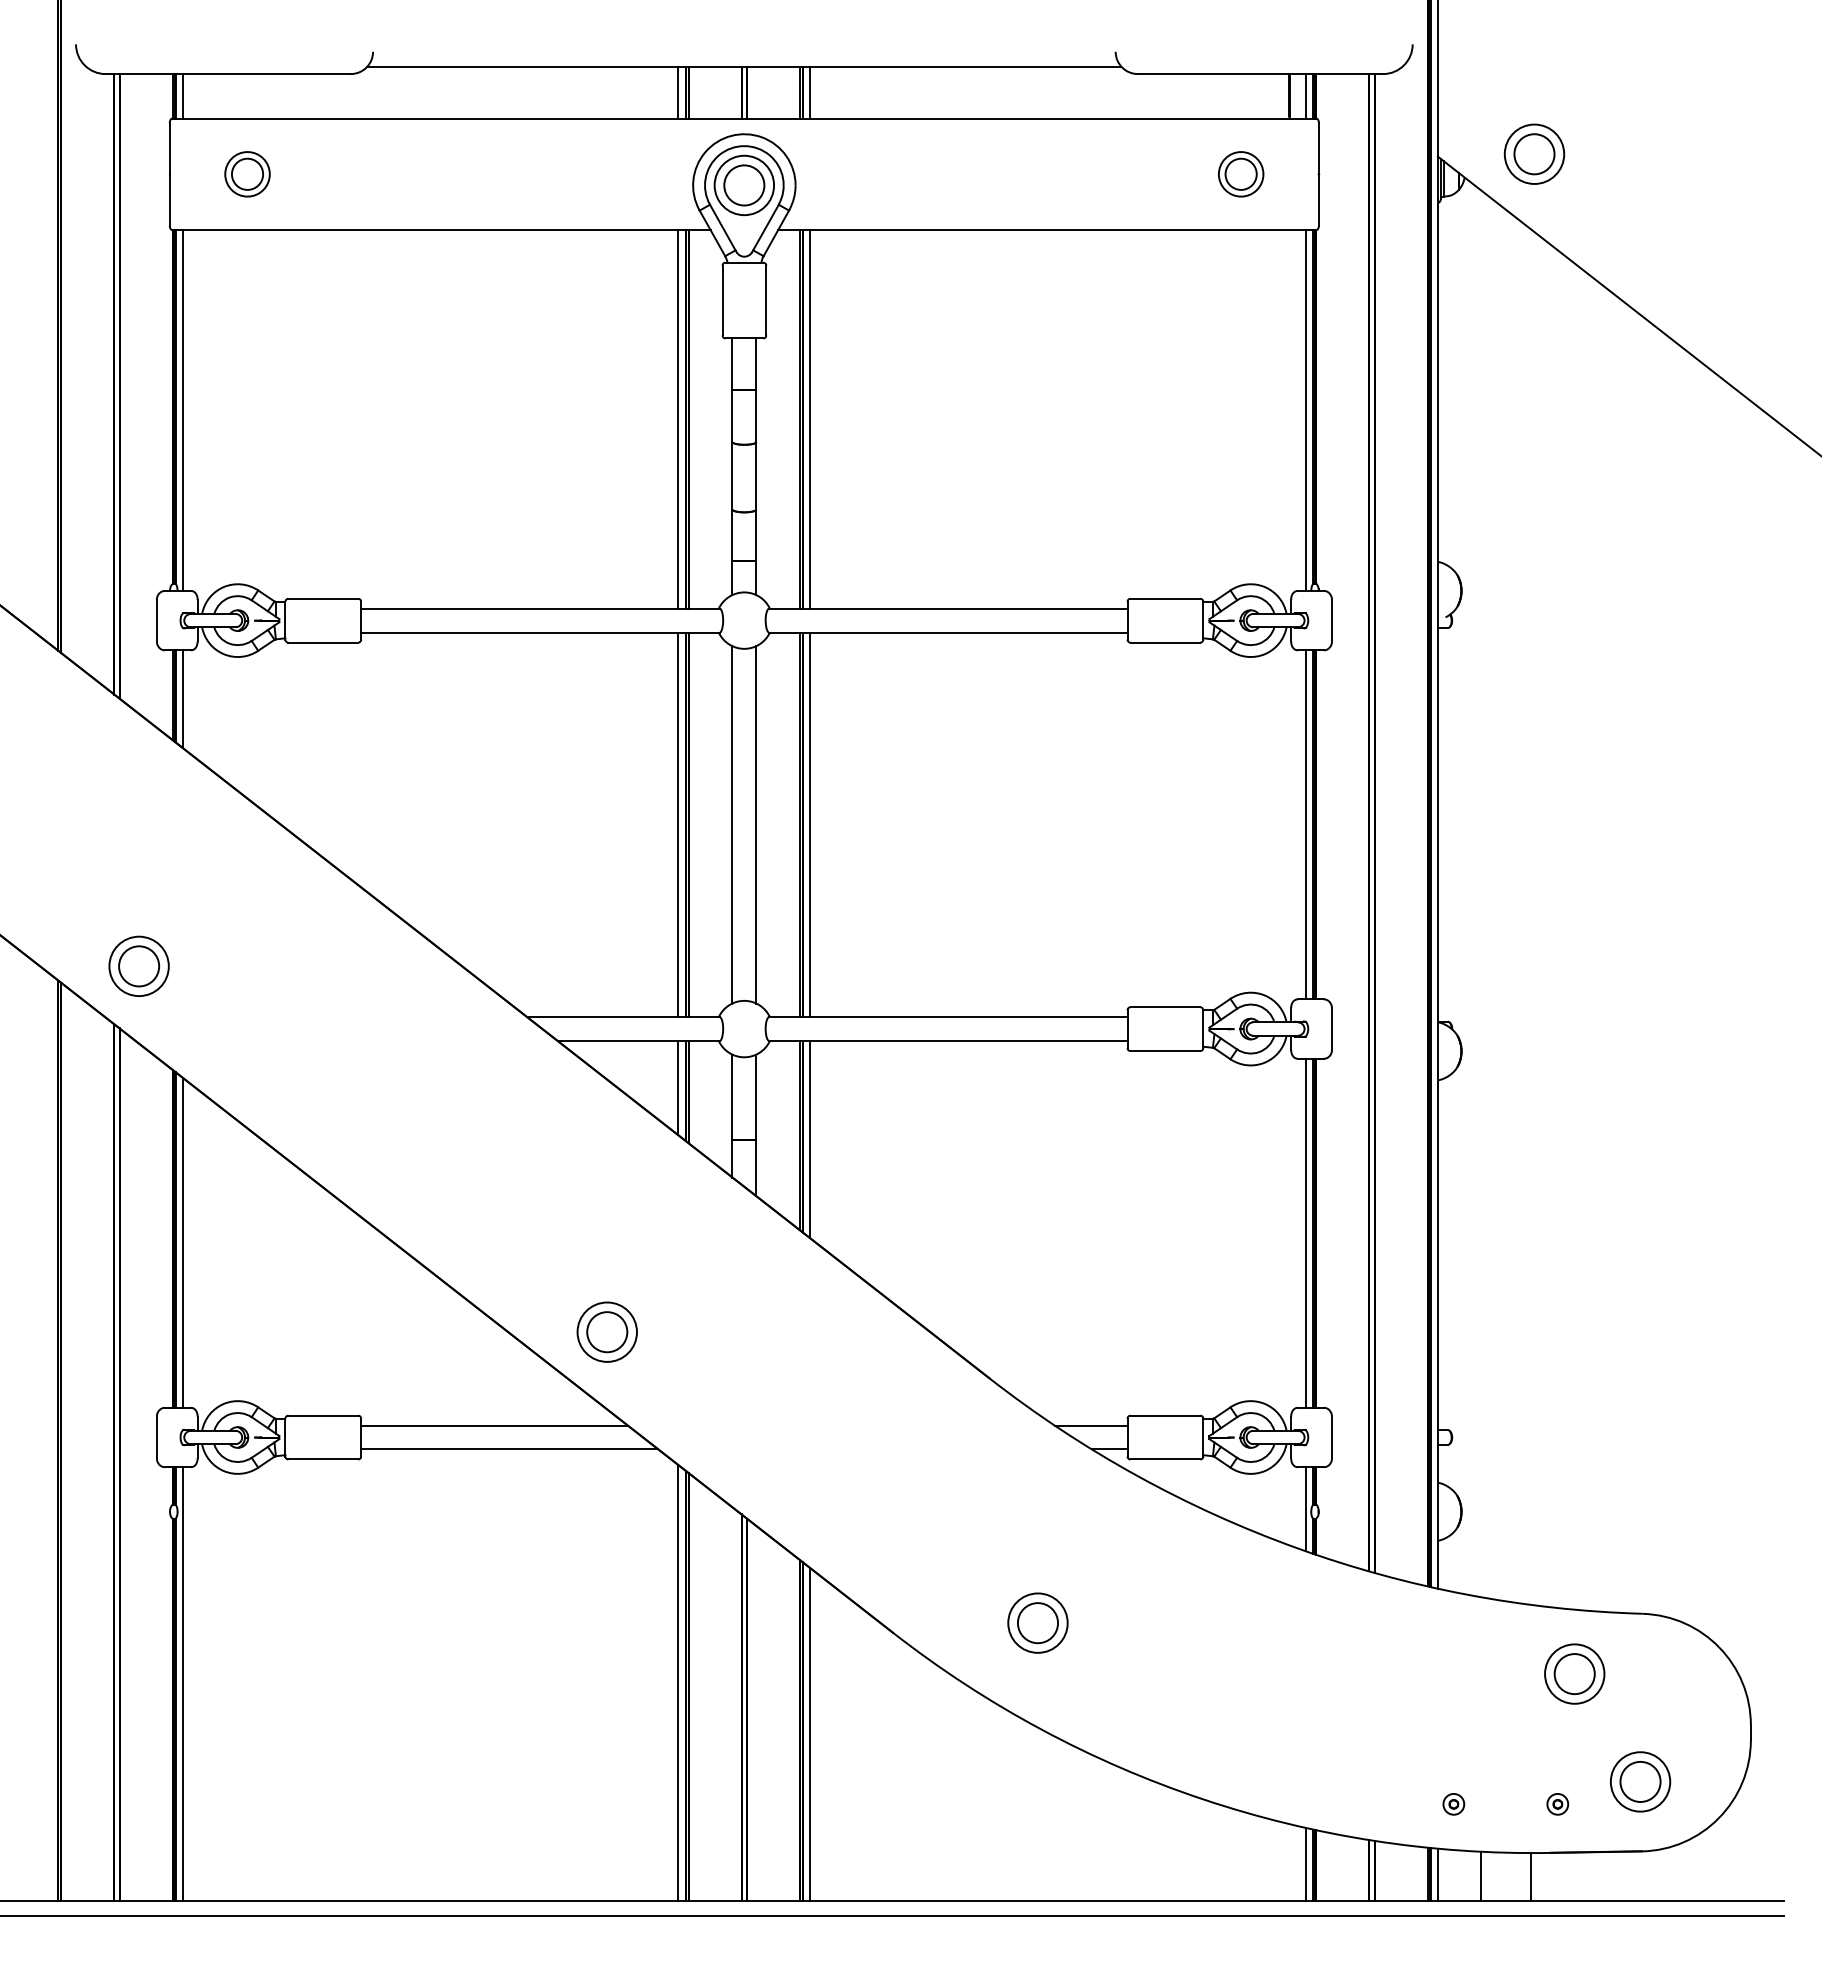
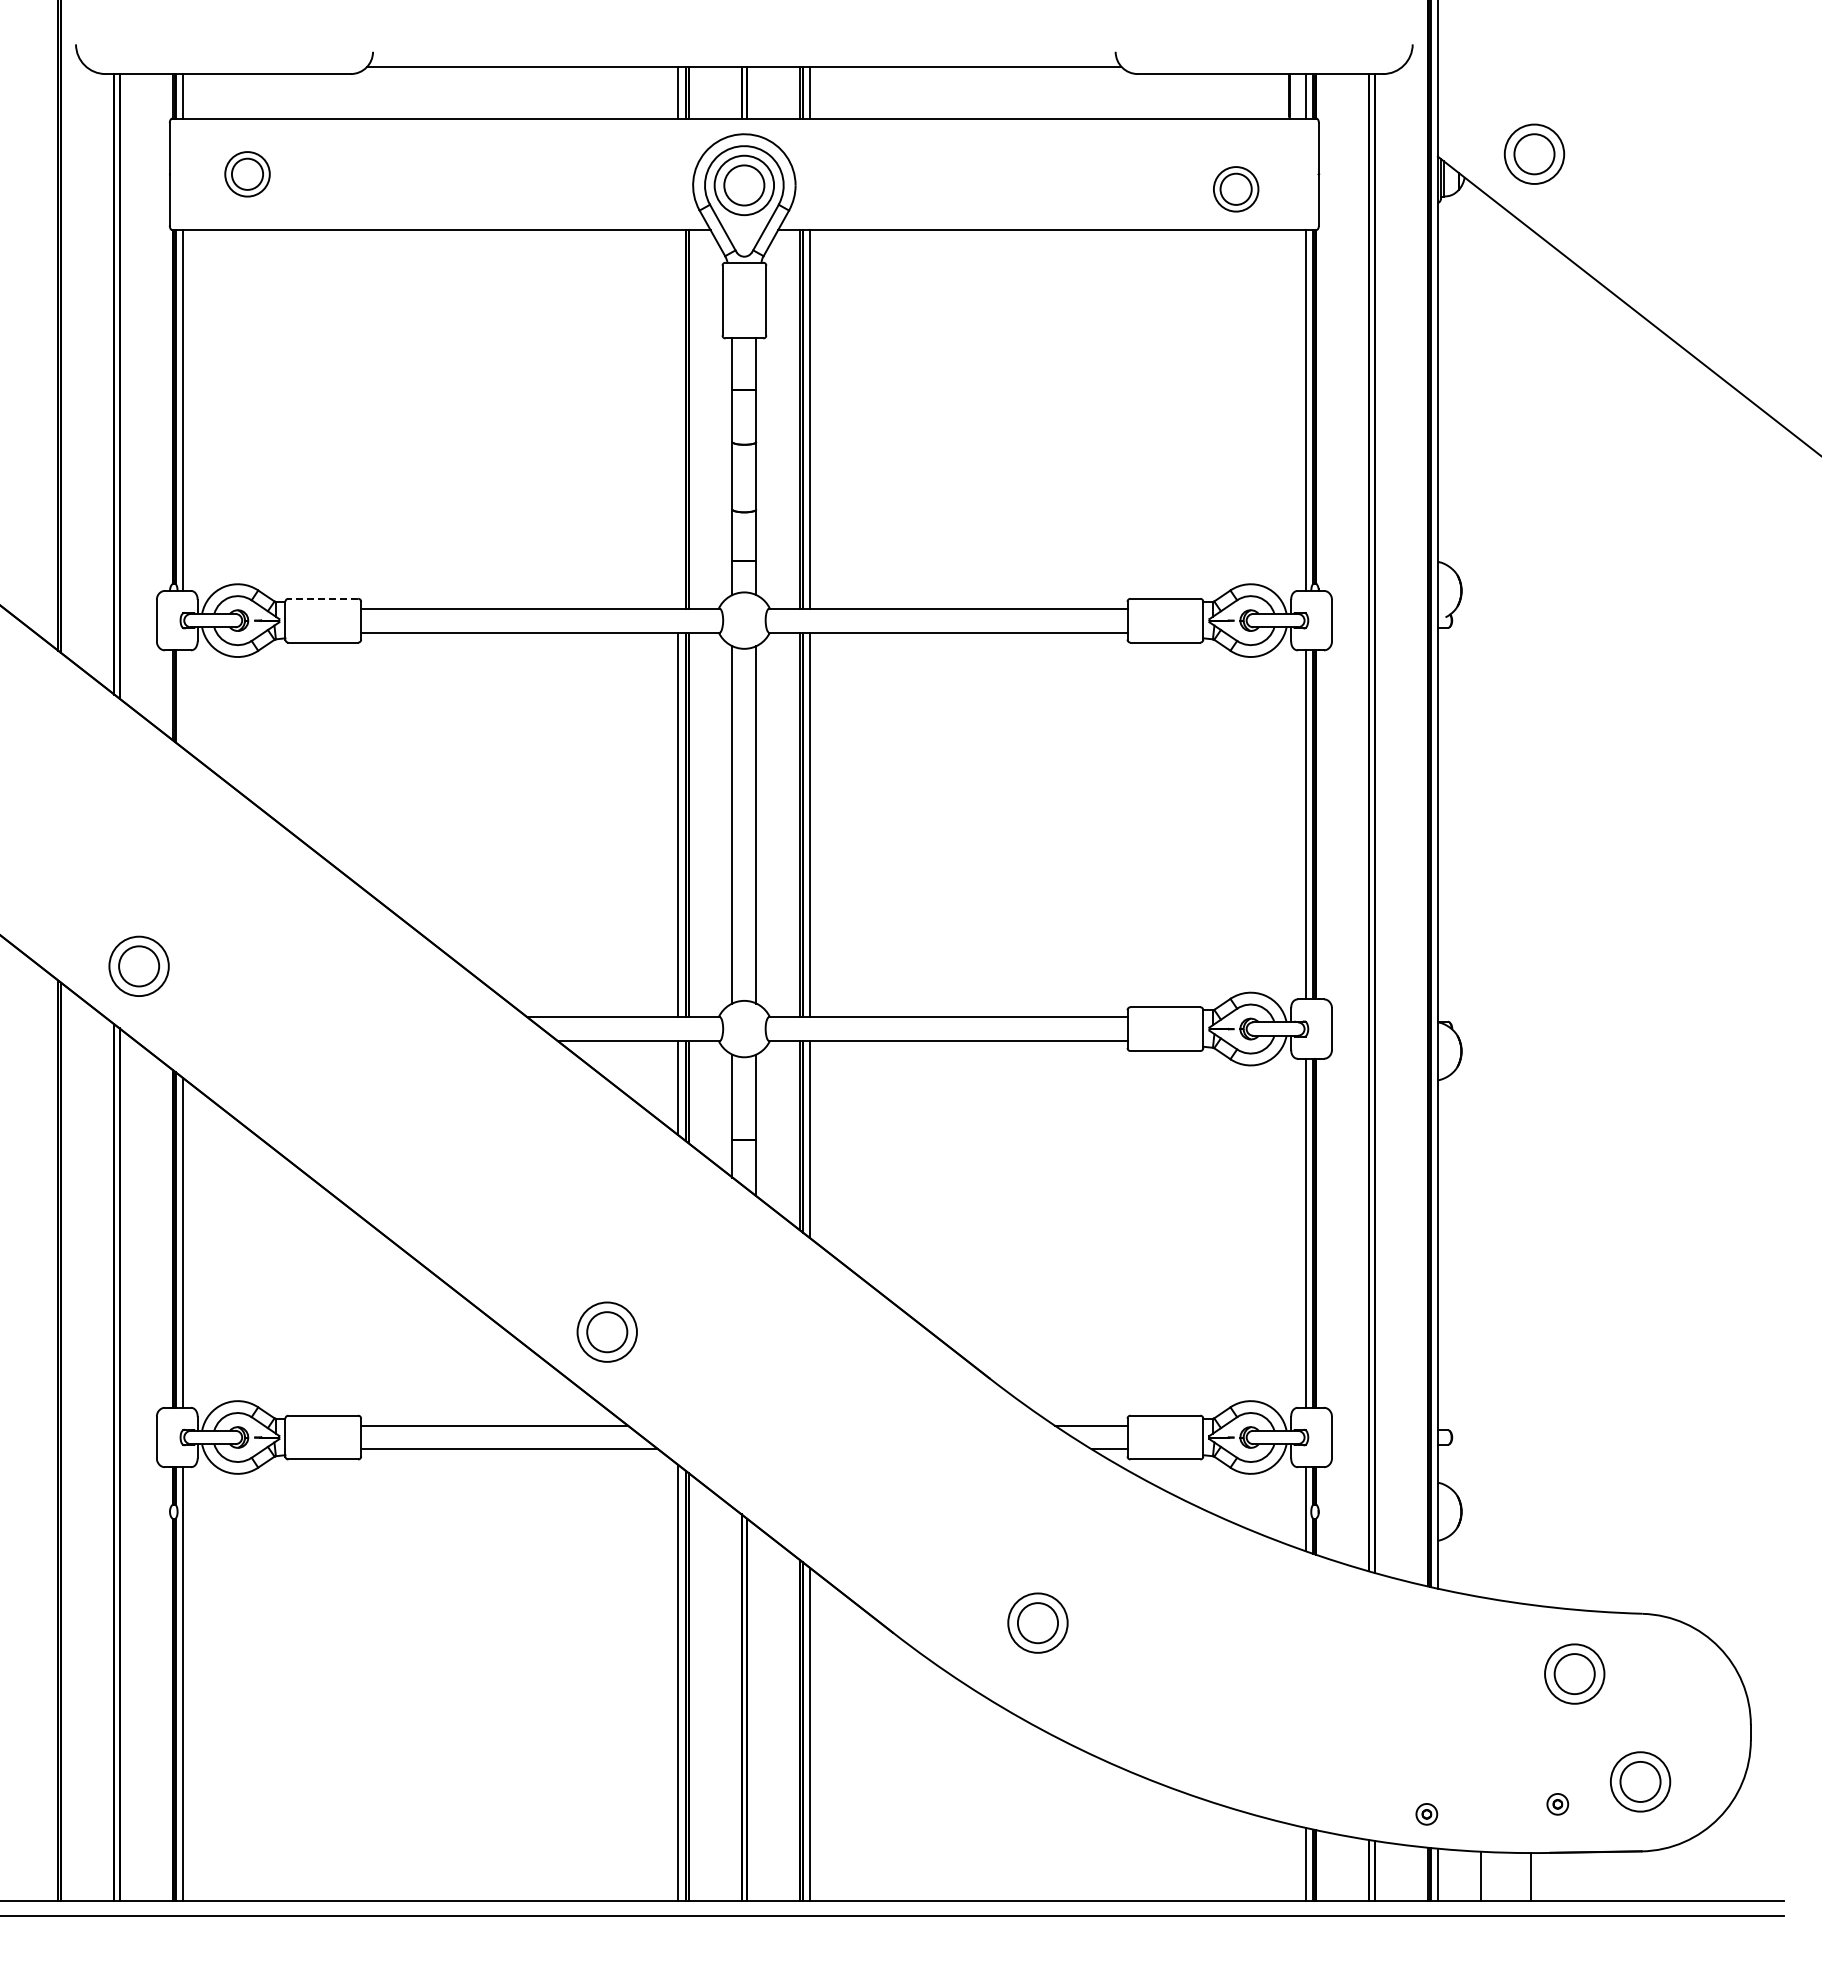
part at (1241, 174) position: (1241, 174) -> (1236, 189)
line at (678, 419): present -> none
line at (323, 598): solid -> dashed
line at (182, 699): present -> none
part at (1453, 1804) position: (1453, 1804) -> (1426, 1814)
